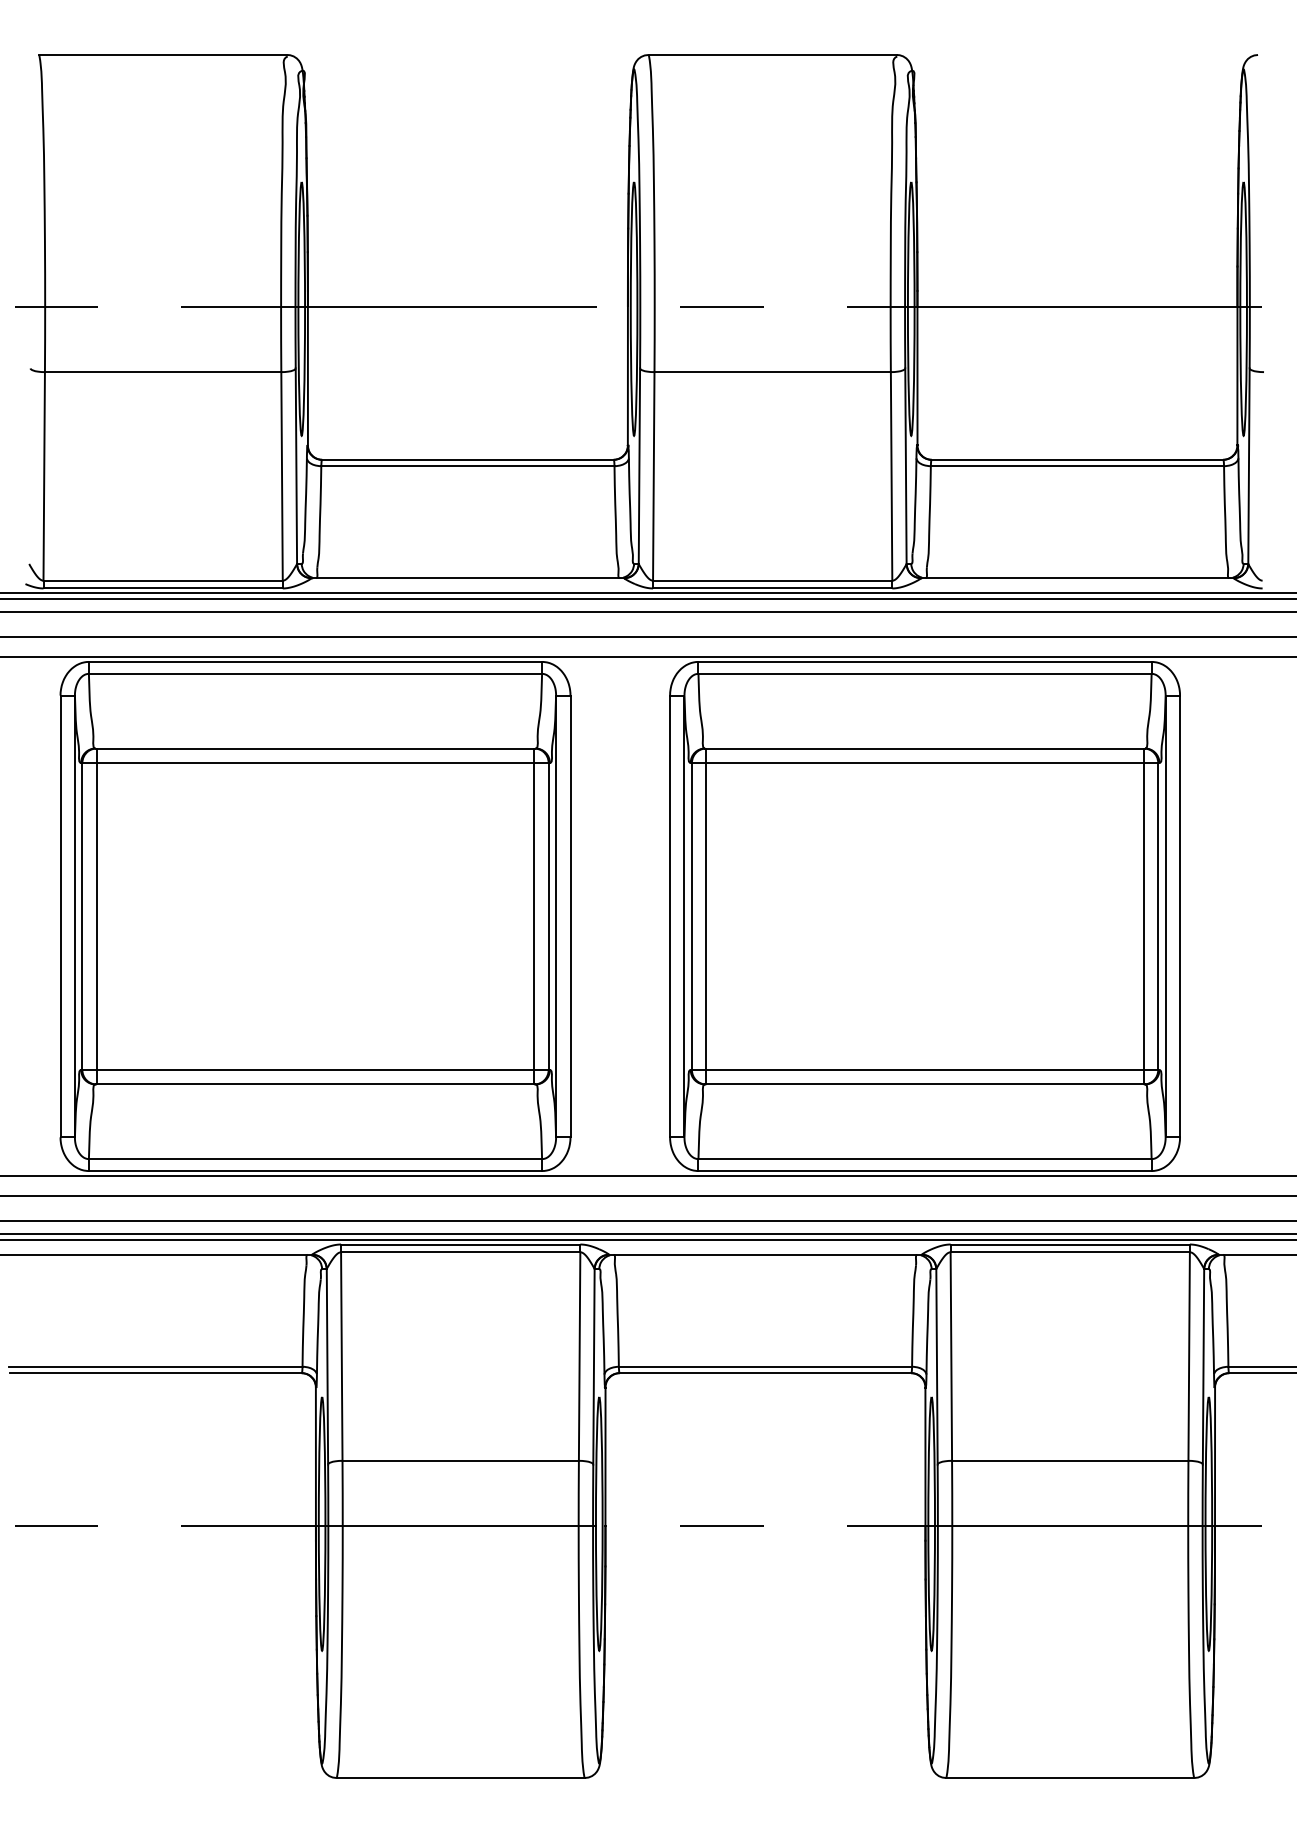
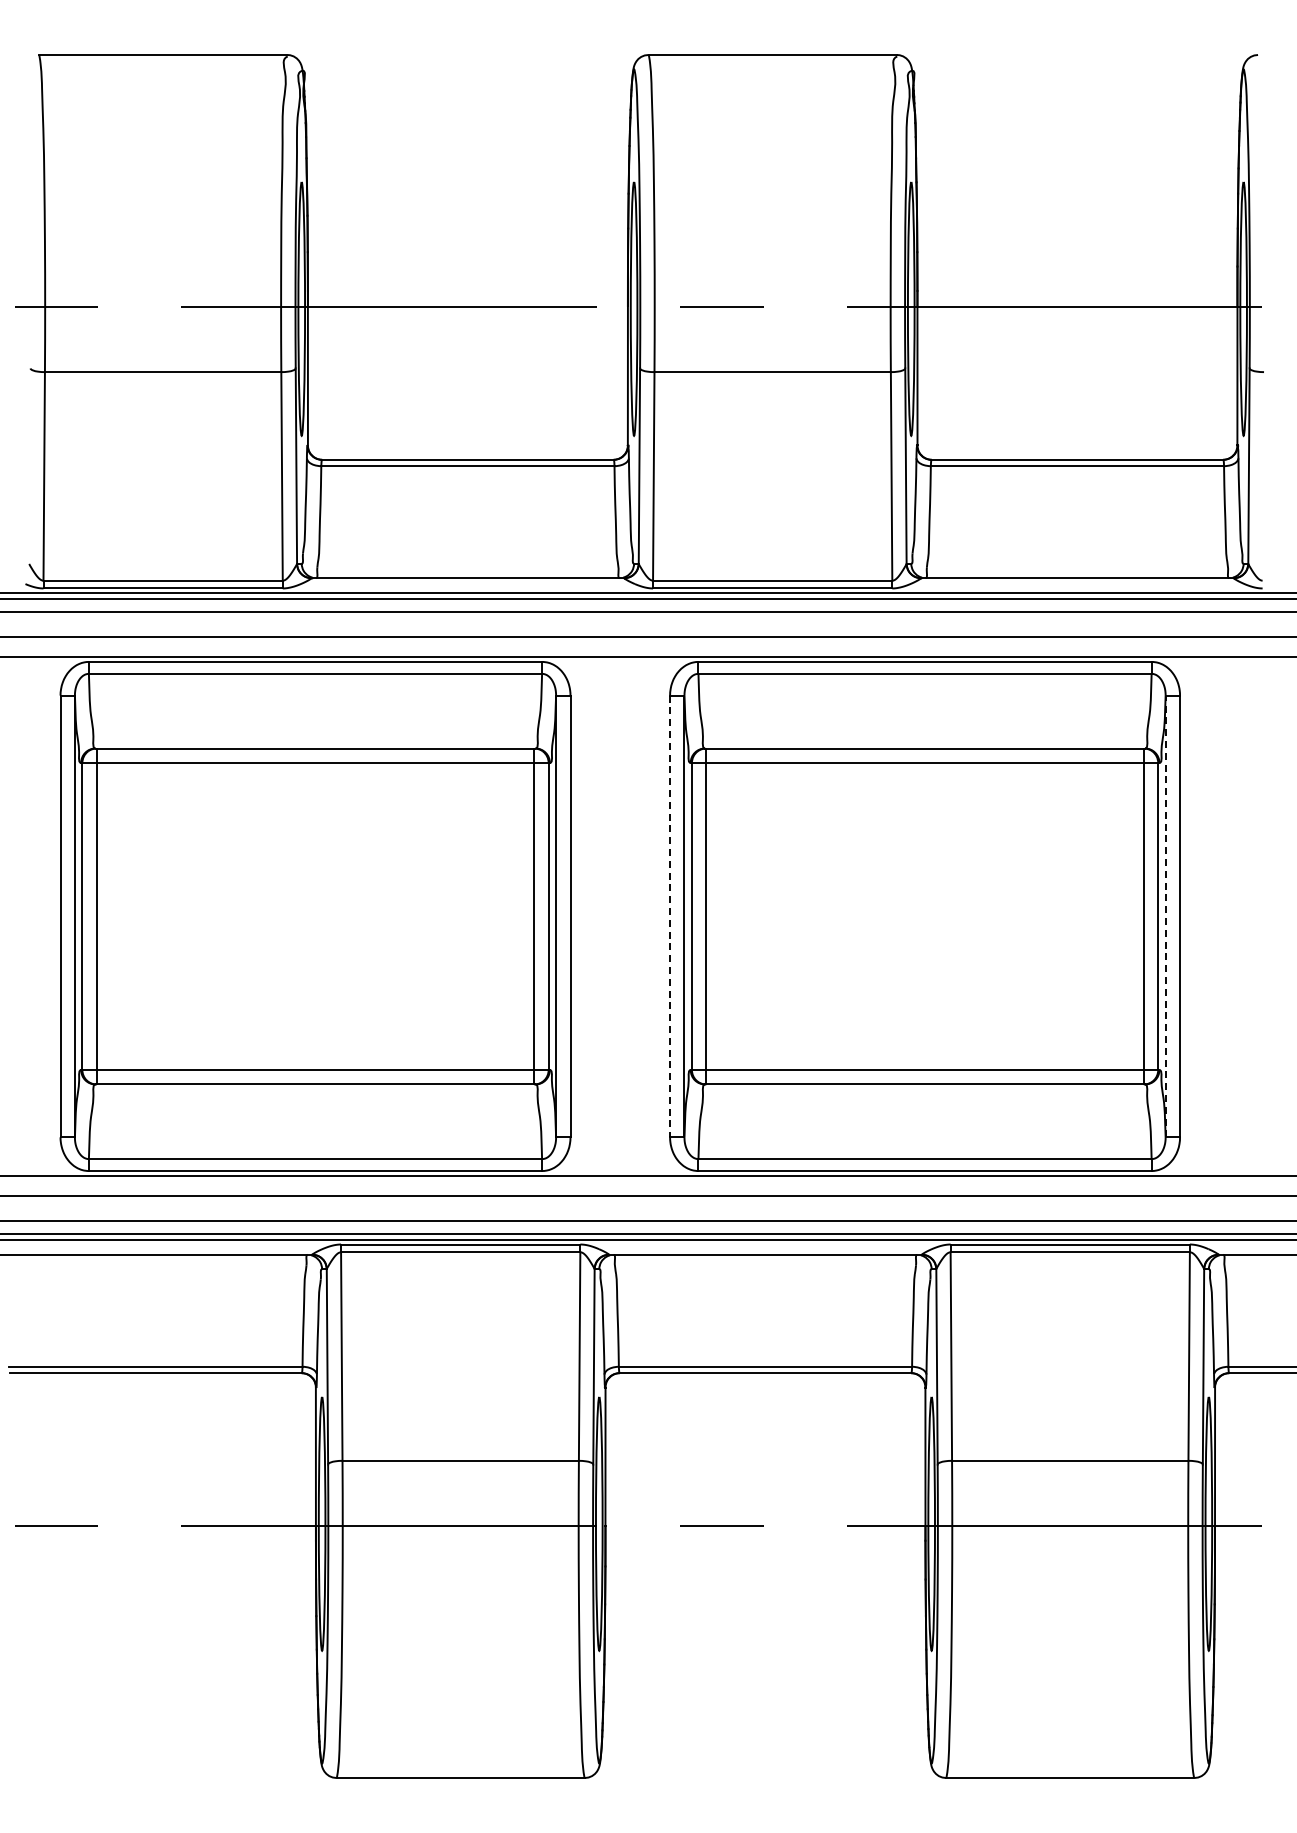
line at (670, 916): solid -> dashed
line at (1165, 916): solid -> dashed
